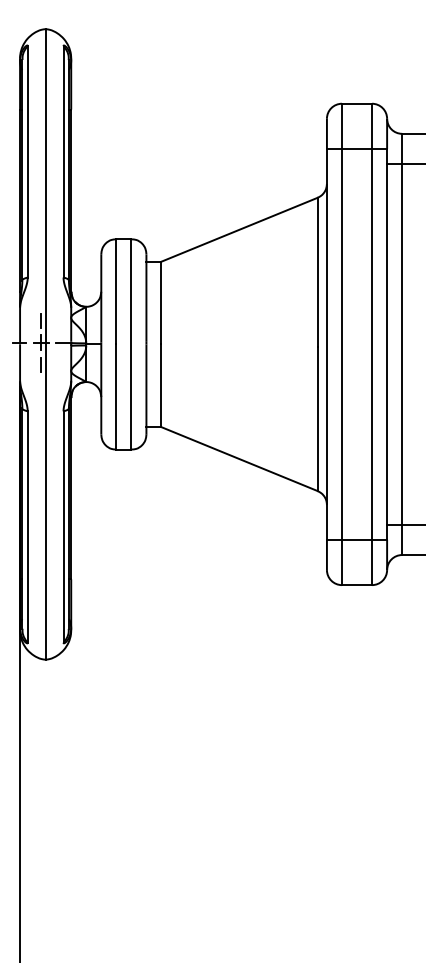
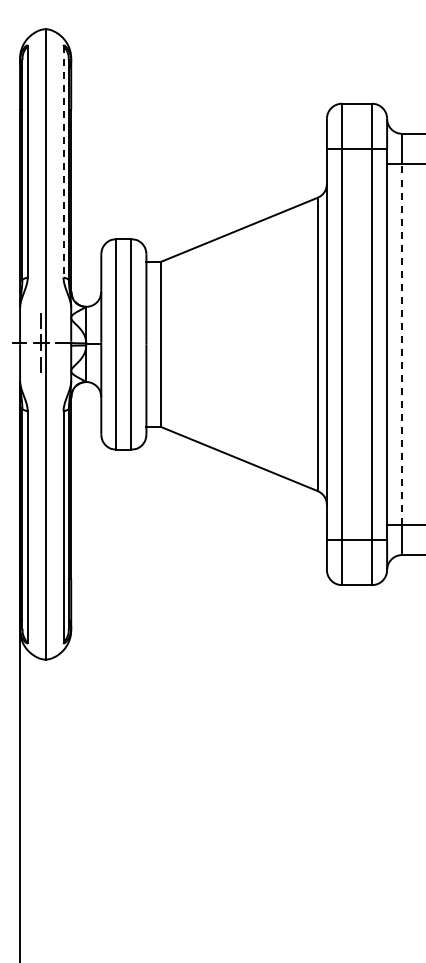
line at (63, 161): solid -> dashed
line at (402, 344): solid -> dashed
